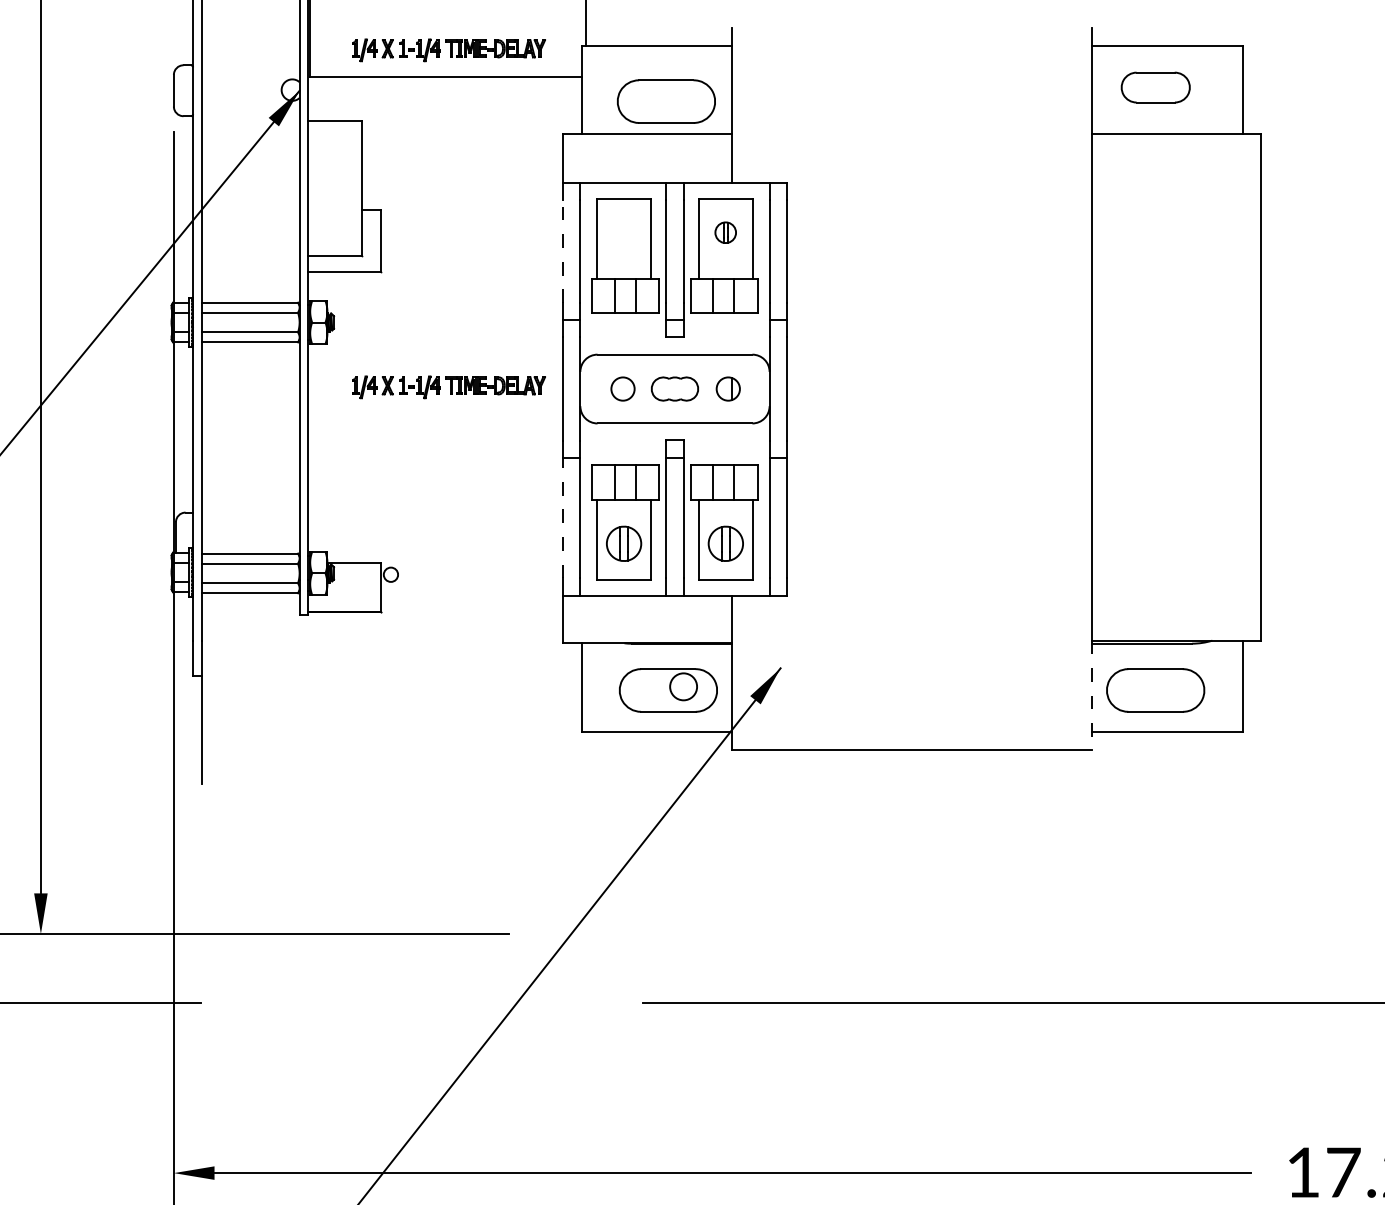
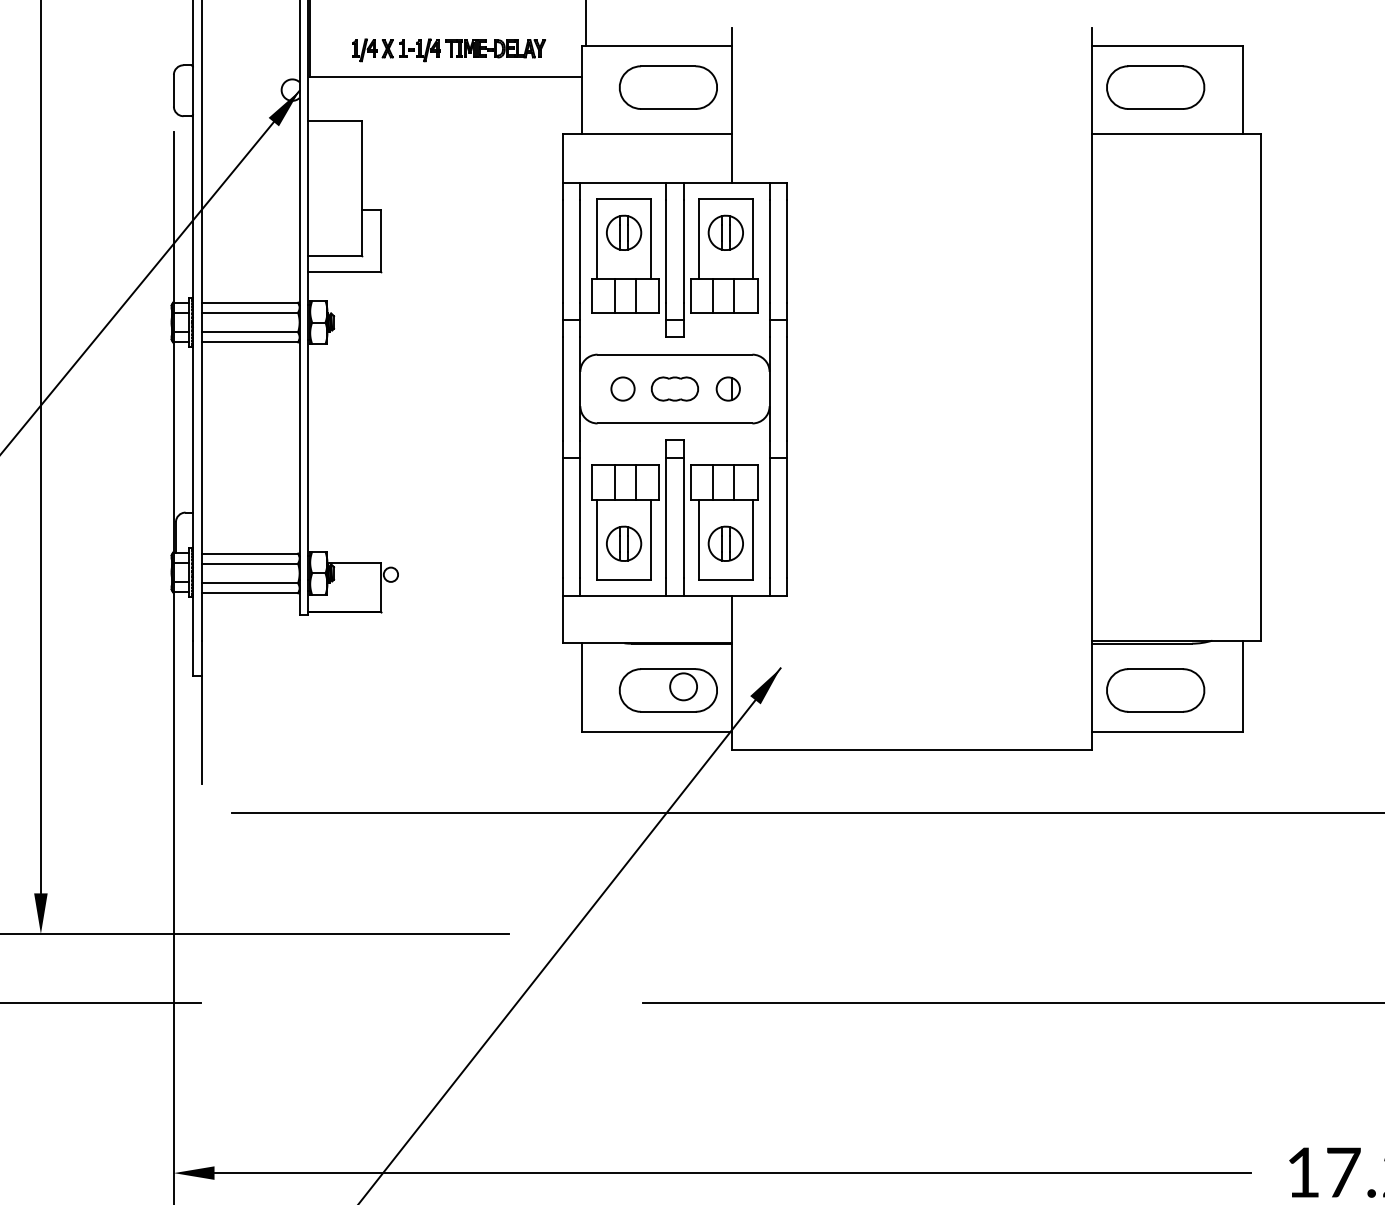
part at (1155, 87) size: 71x33 px -> 100x45 px
part at (666, 101) position: (666, 101) -> (668, 87)
part at (624, 232): none -> present
part at (725, 232) size: 23x23 px -> 37x37 px
line at (563, 251): dashed -> solid
part at (448, 387): present -> none
line at (563, 517): dashed -> solid
line at (1092, 695): dashed -> solid
line at (806, 813): none -> present
